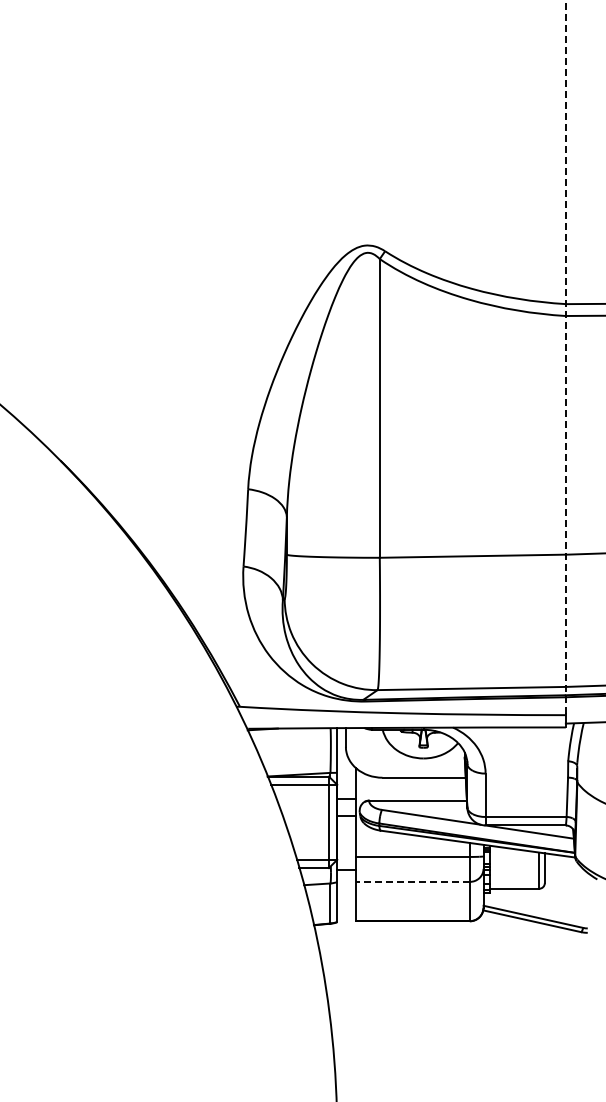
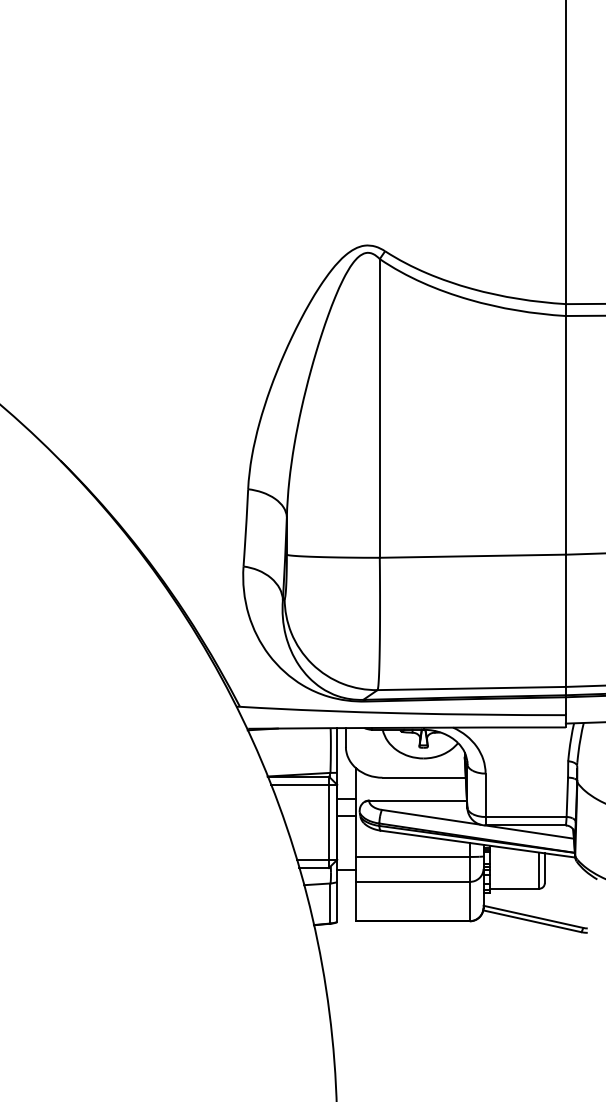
line at (565, 357): dashed -> solid
line at (412, 881): dashed -> solid
